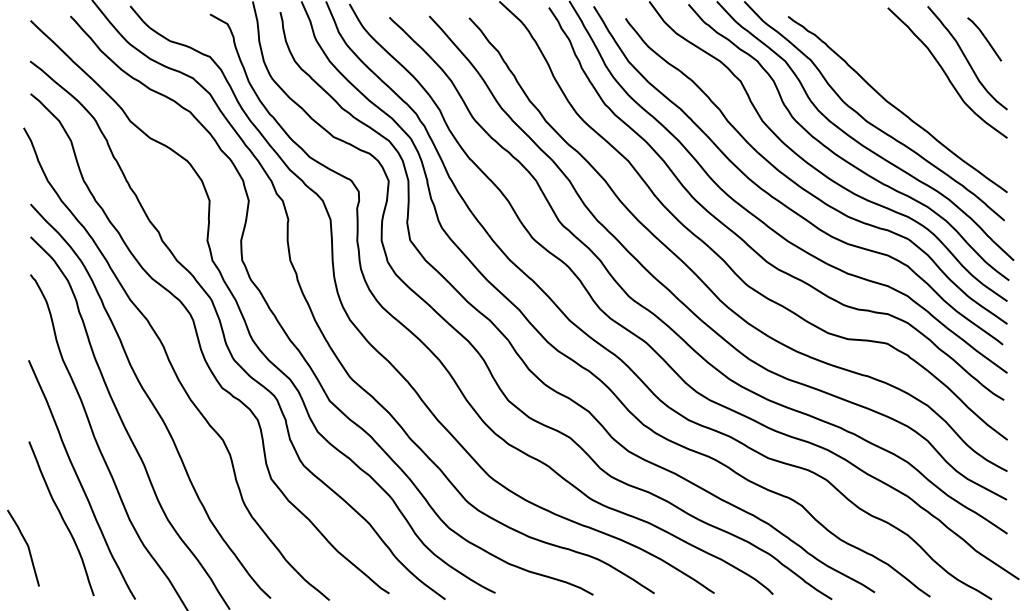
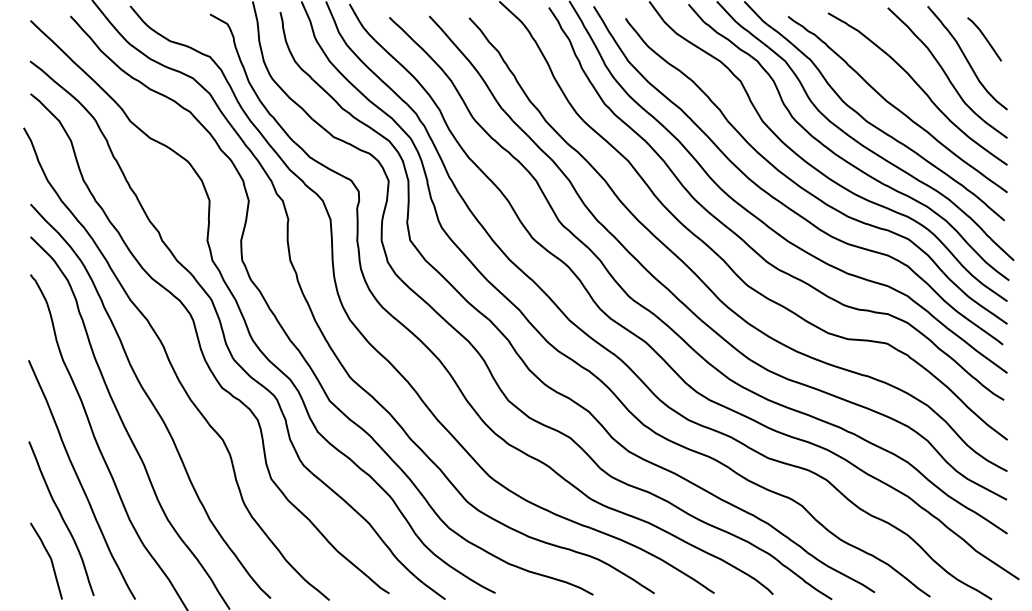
curve at (918, 87): none -> present
curve at (26, 545) position: (26, 545) -> (49, 558)
